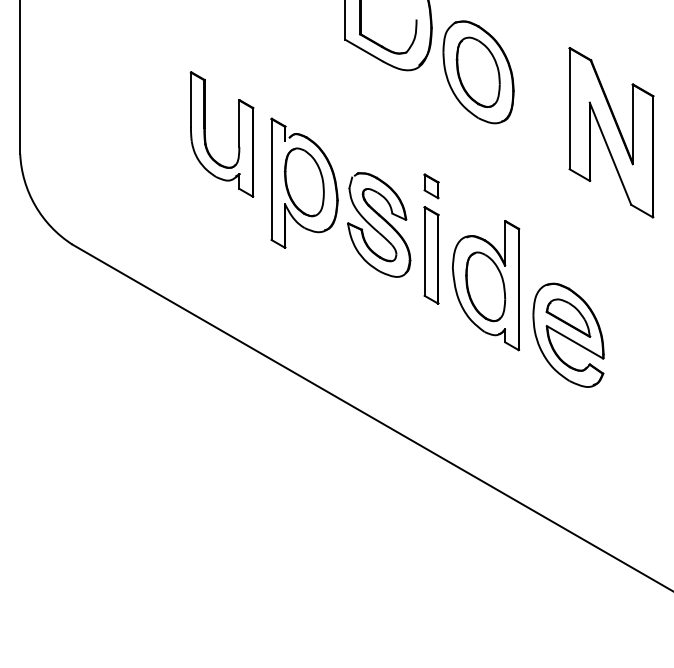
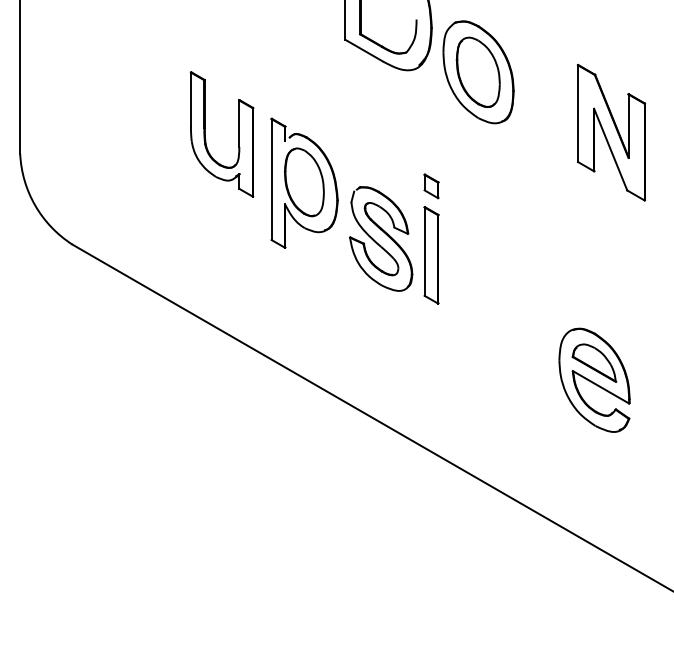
part at (611, 132) size: 87x172 px -> 71x138 px
part at (379, 224) position: (379, 224) -> (381, 238)
part at (486, 285): present -> none
part at (568, 334) position: (568, 334) -> (594, 379)
